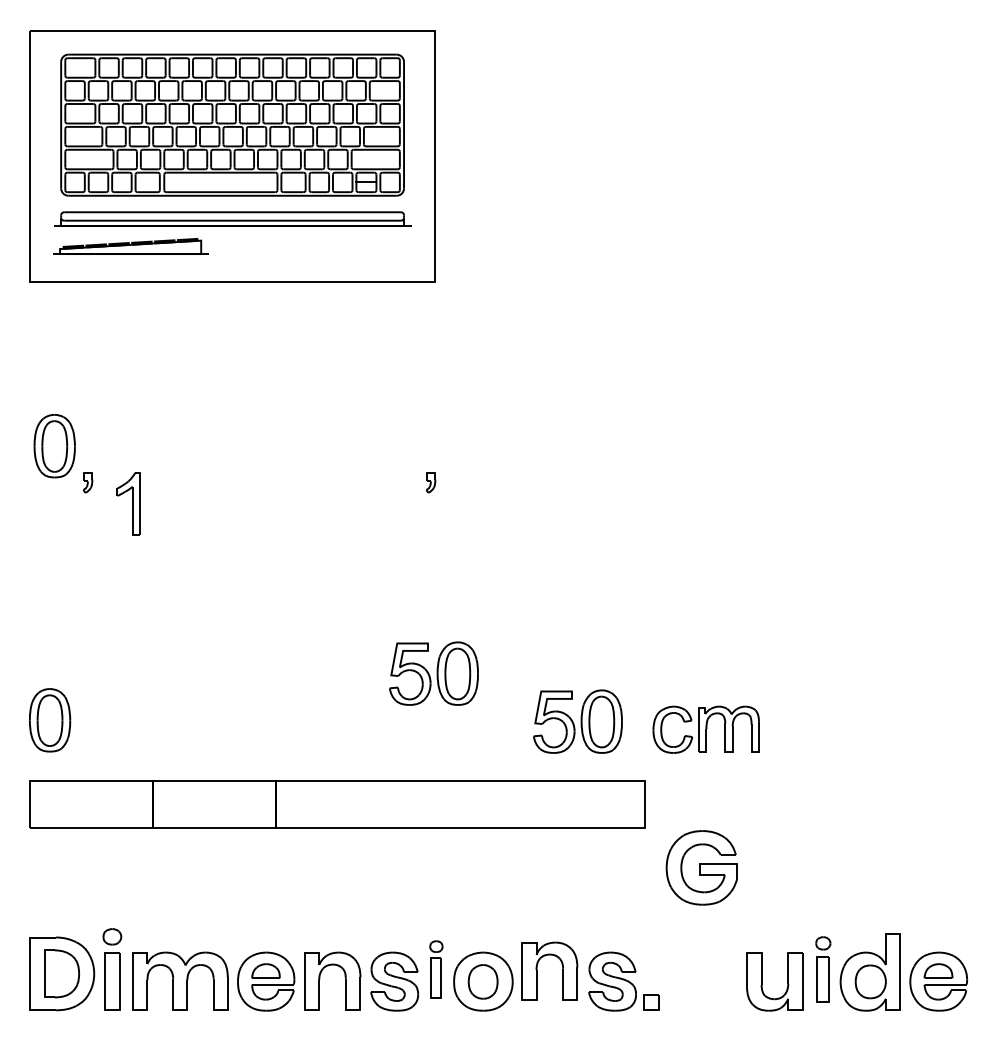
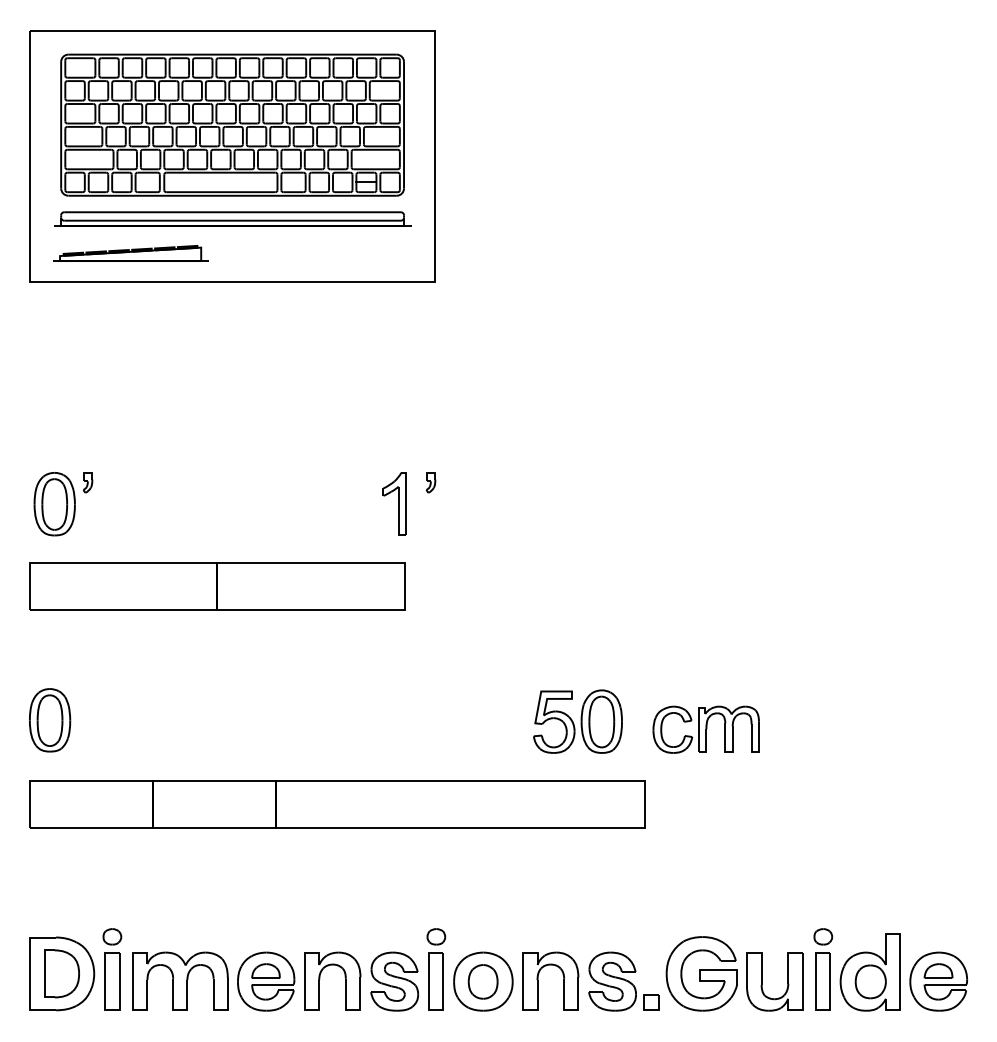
part at (130, 246) position: (130, 246) -> (130, 253)
part at (54, 446) position: (54, 446) -> (54, 504)
part at (128, 503) position: (128, 503) -> (394, 503)
part at (217, 586): none -> present
part at (433, 673): present -> none
part at (701, 867) position: (701, 867) -> (701, 973)
part at (436, 969) size: 15x59 px -> 21x83 px
part at (823, 969) size: 17x67 px -> 21x83 px
part at (537, 970) position: (537, 970) -> (538, 980)
